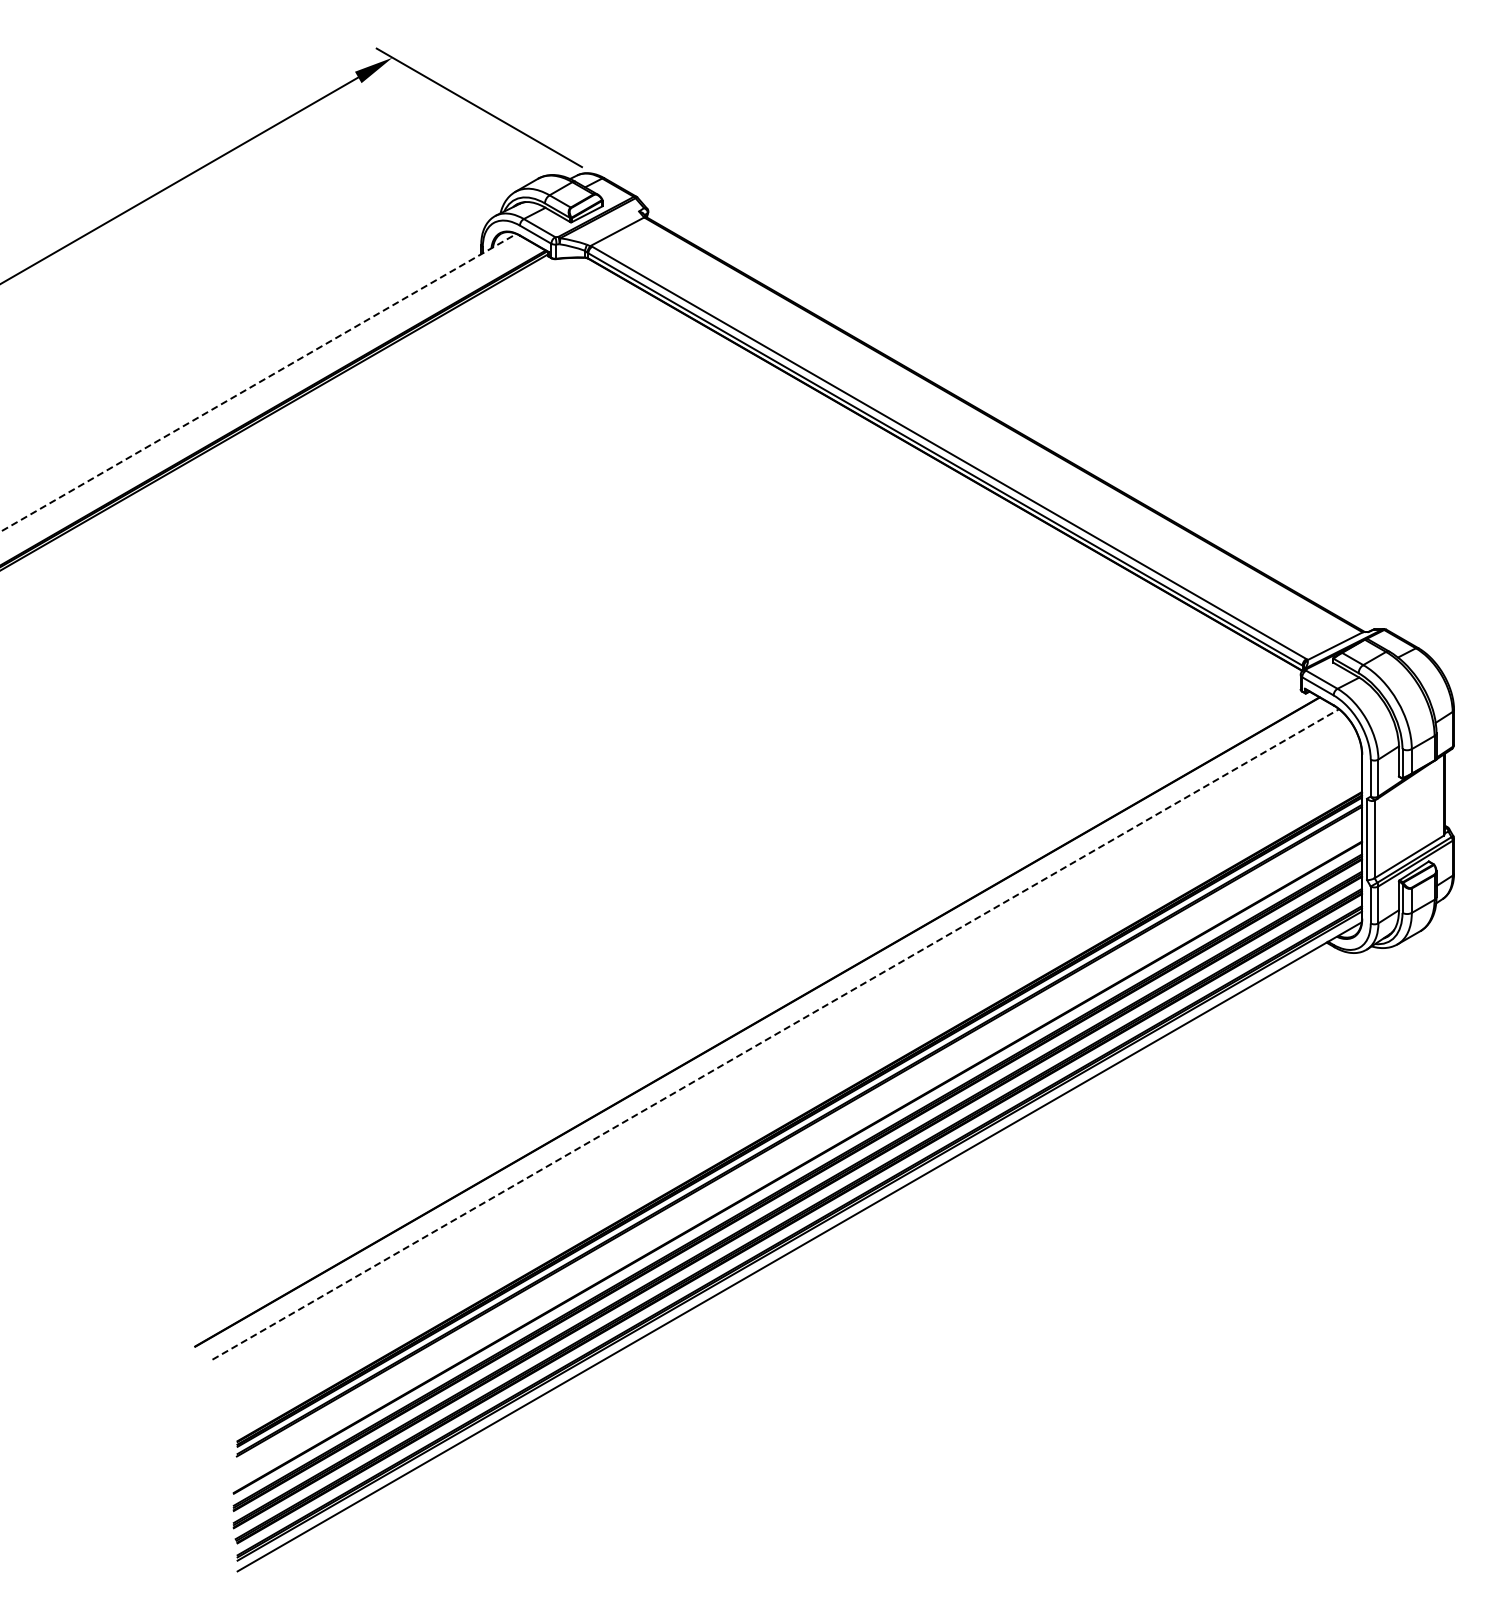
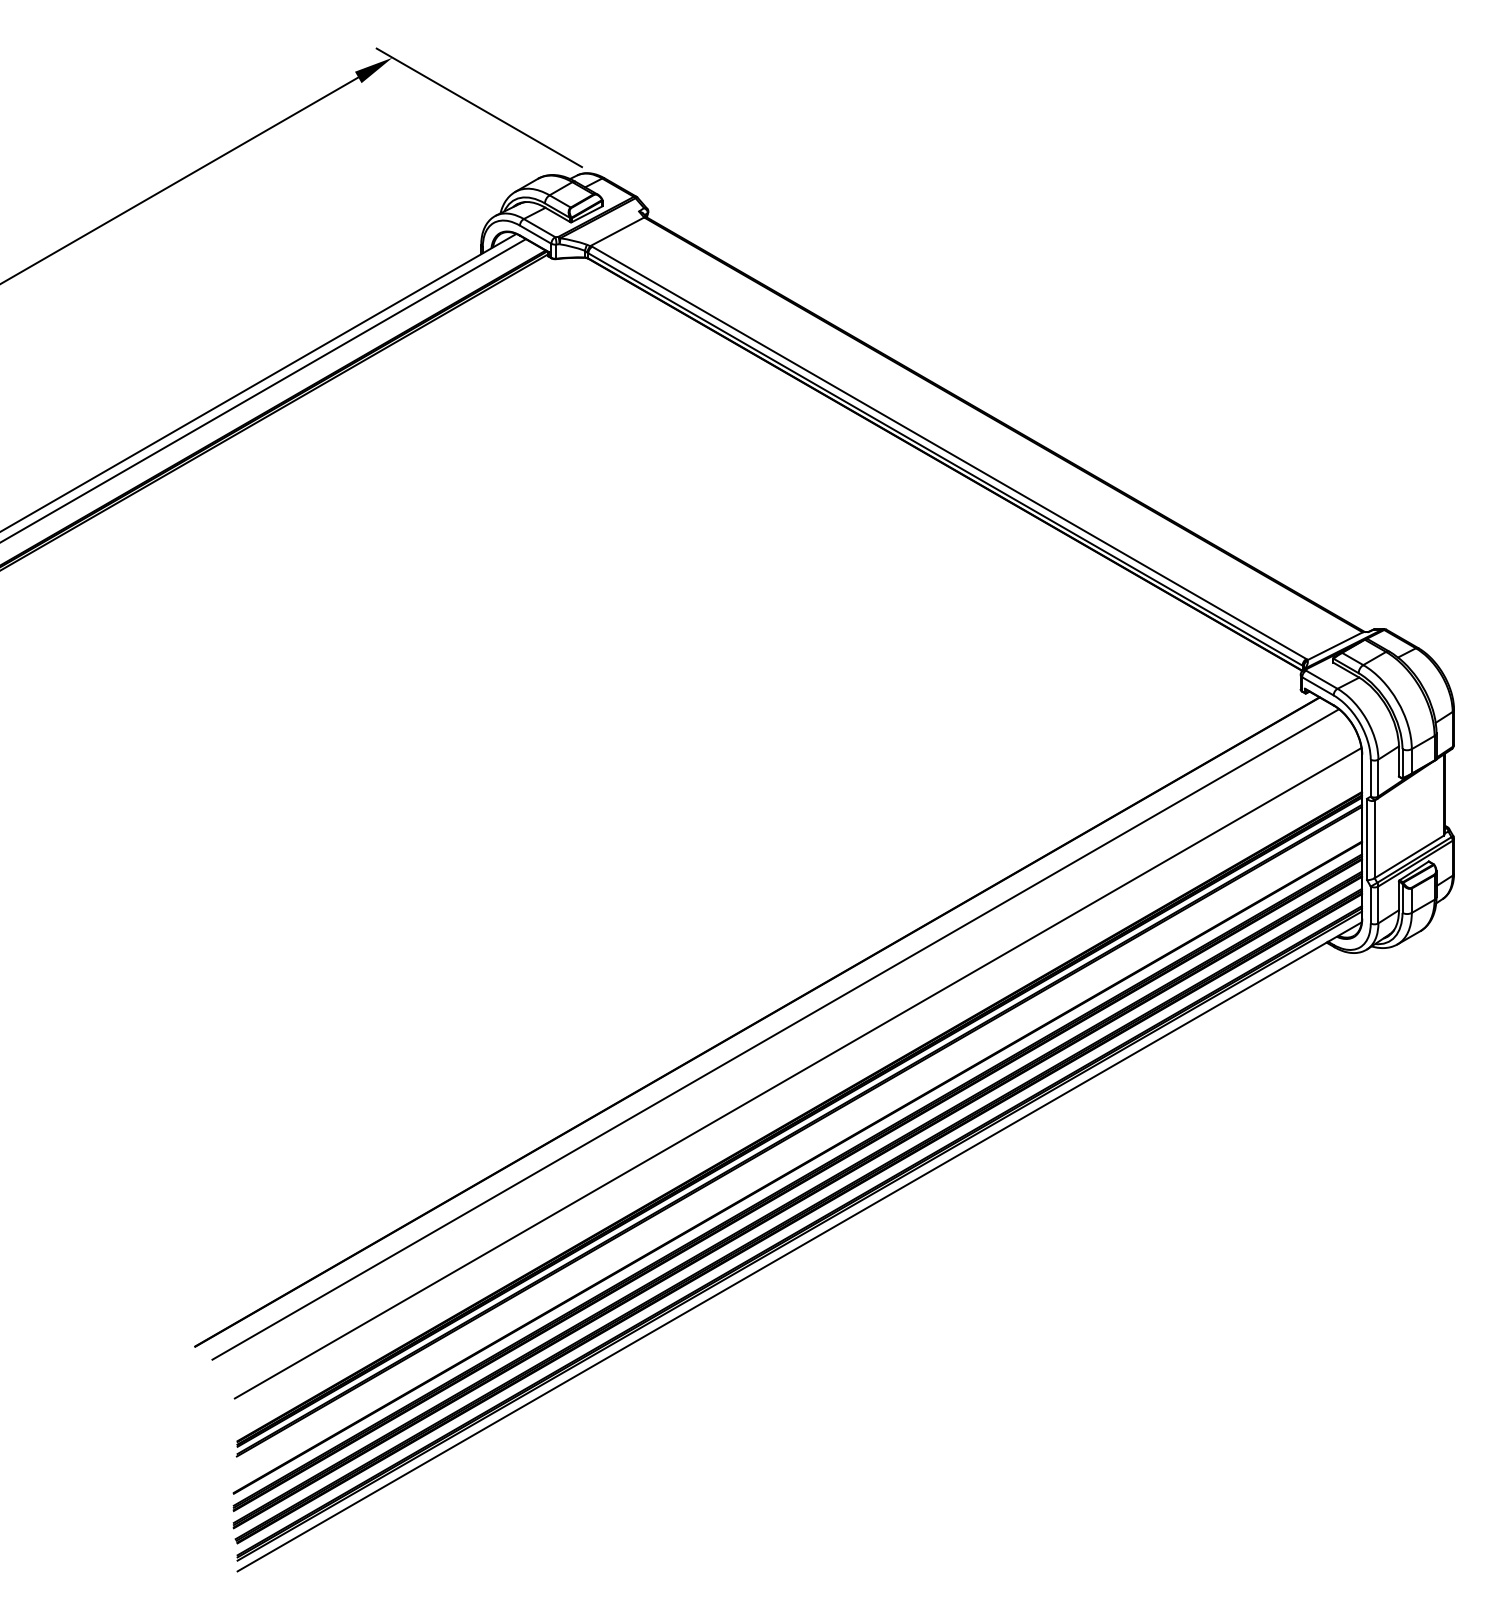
line at (258, 382): dashed -> solid
line at (263, 390): none -> present
line at (776, 1034): dashed -> solid
line at (797, 1073): none -> present
